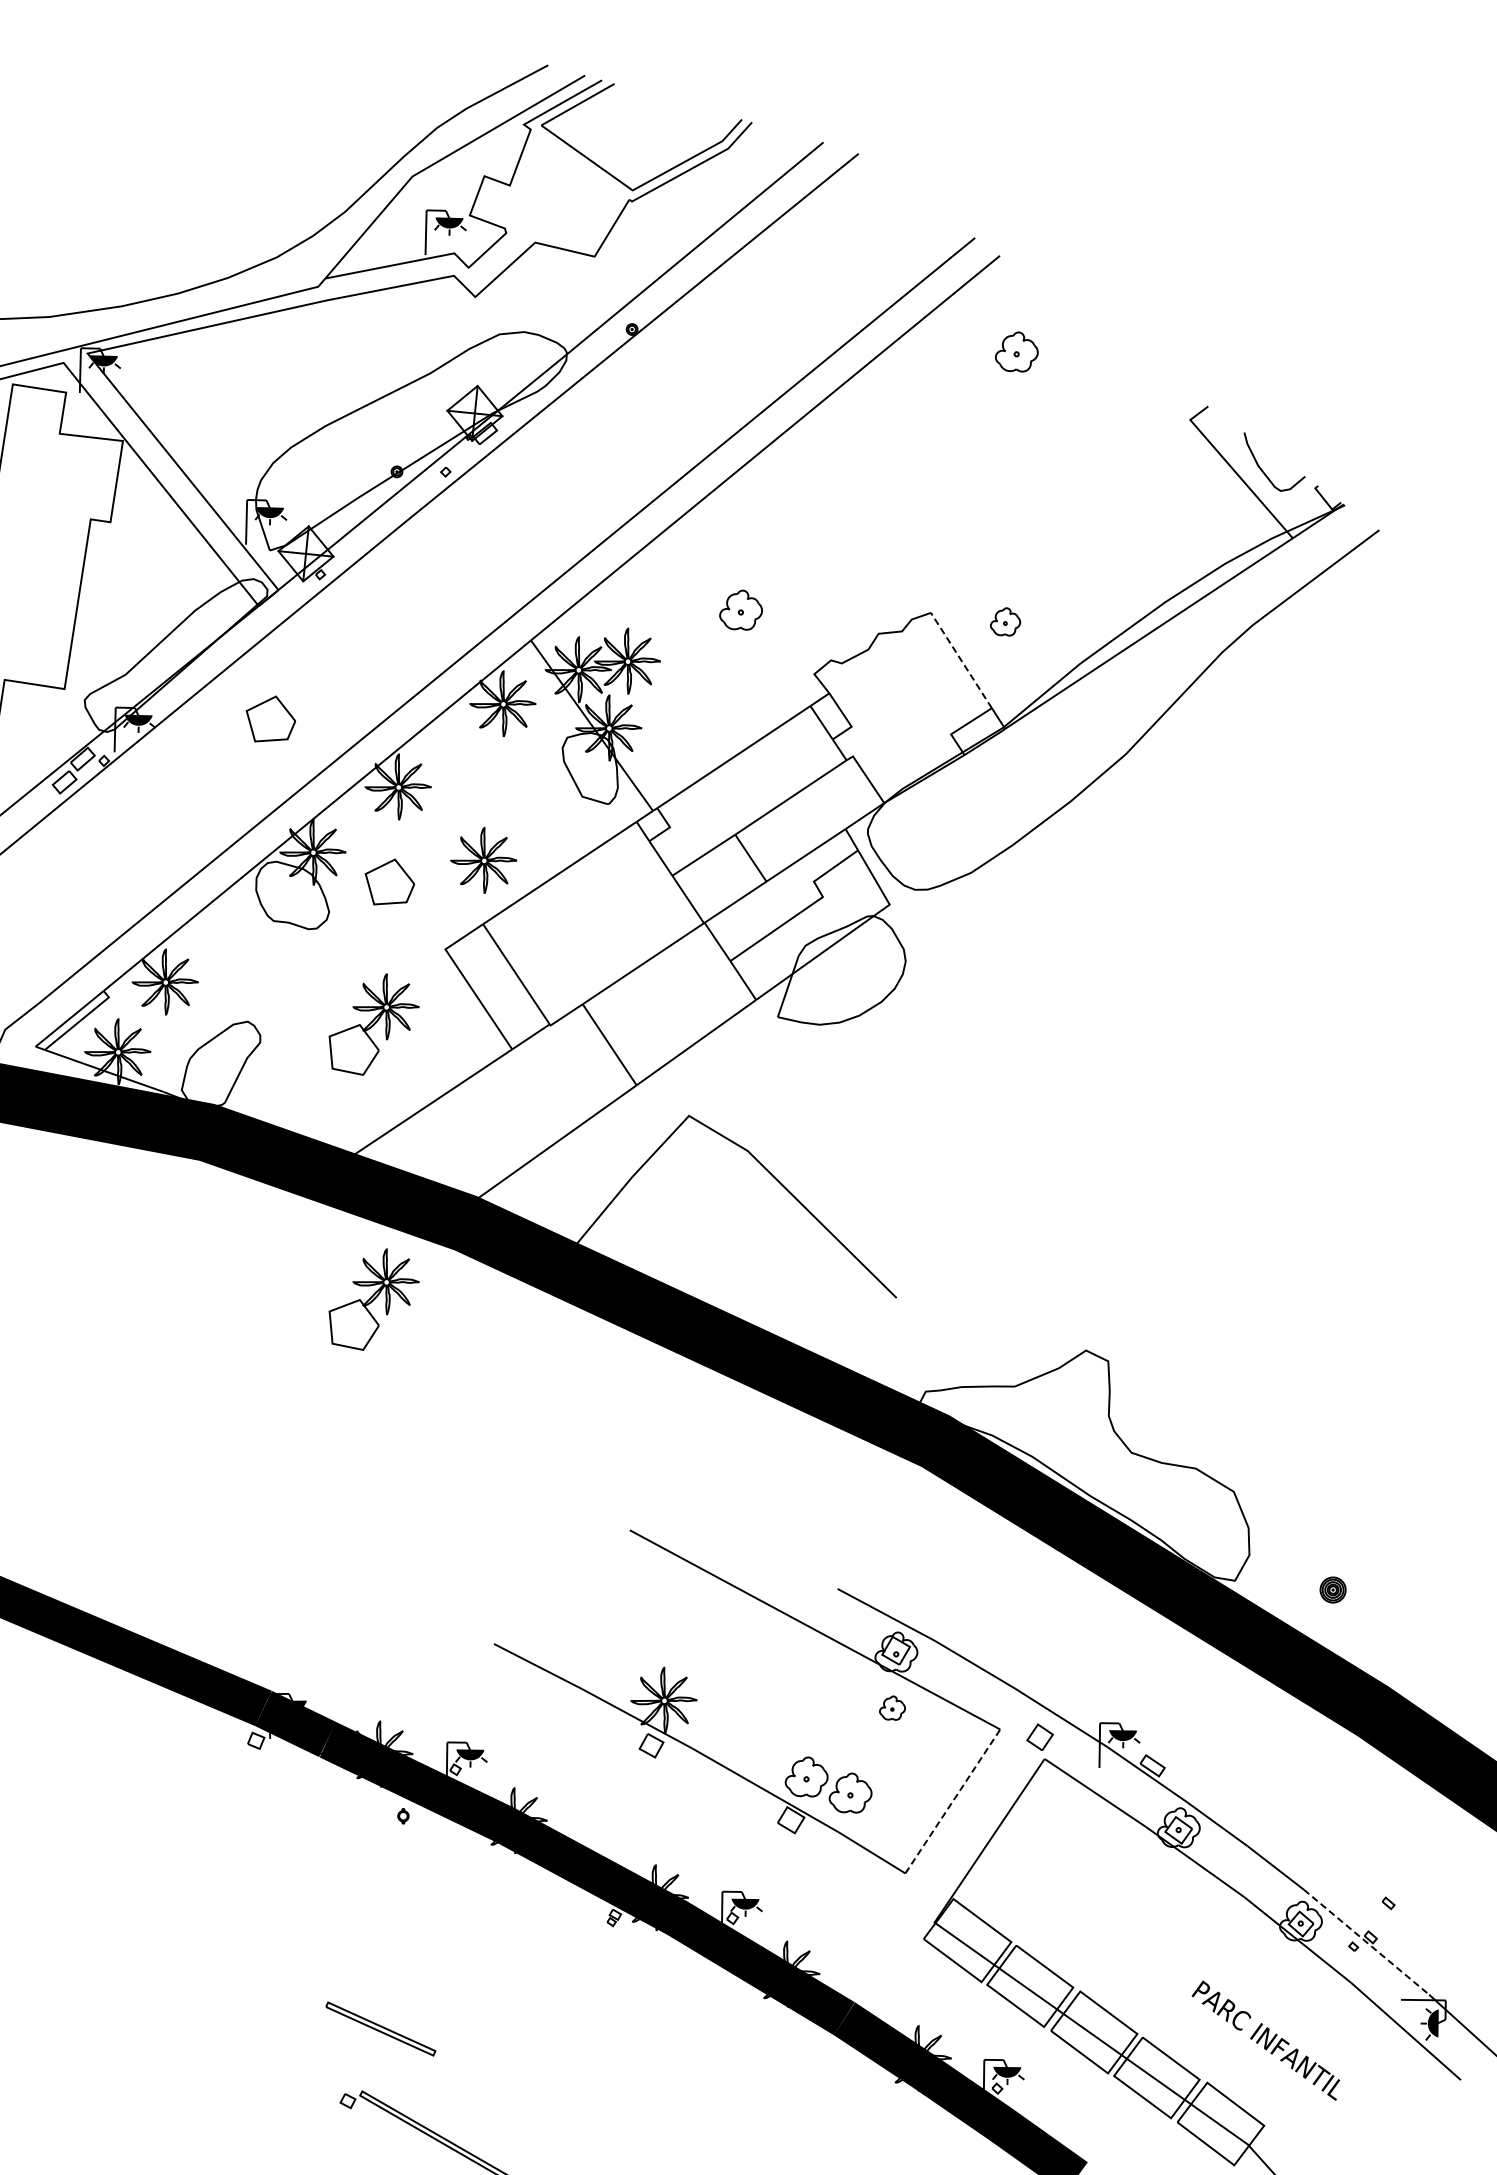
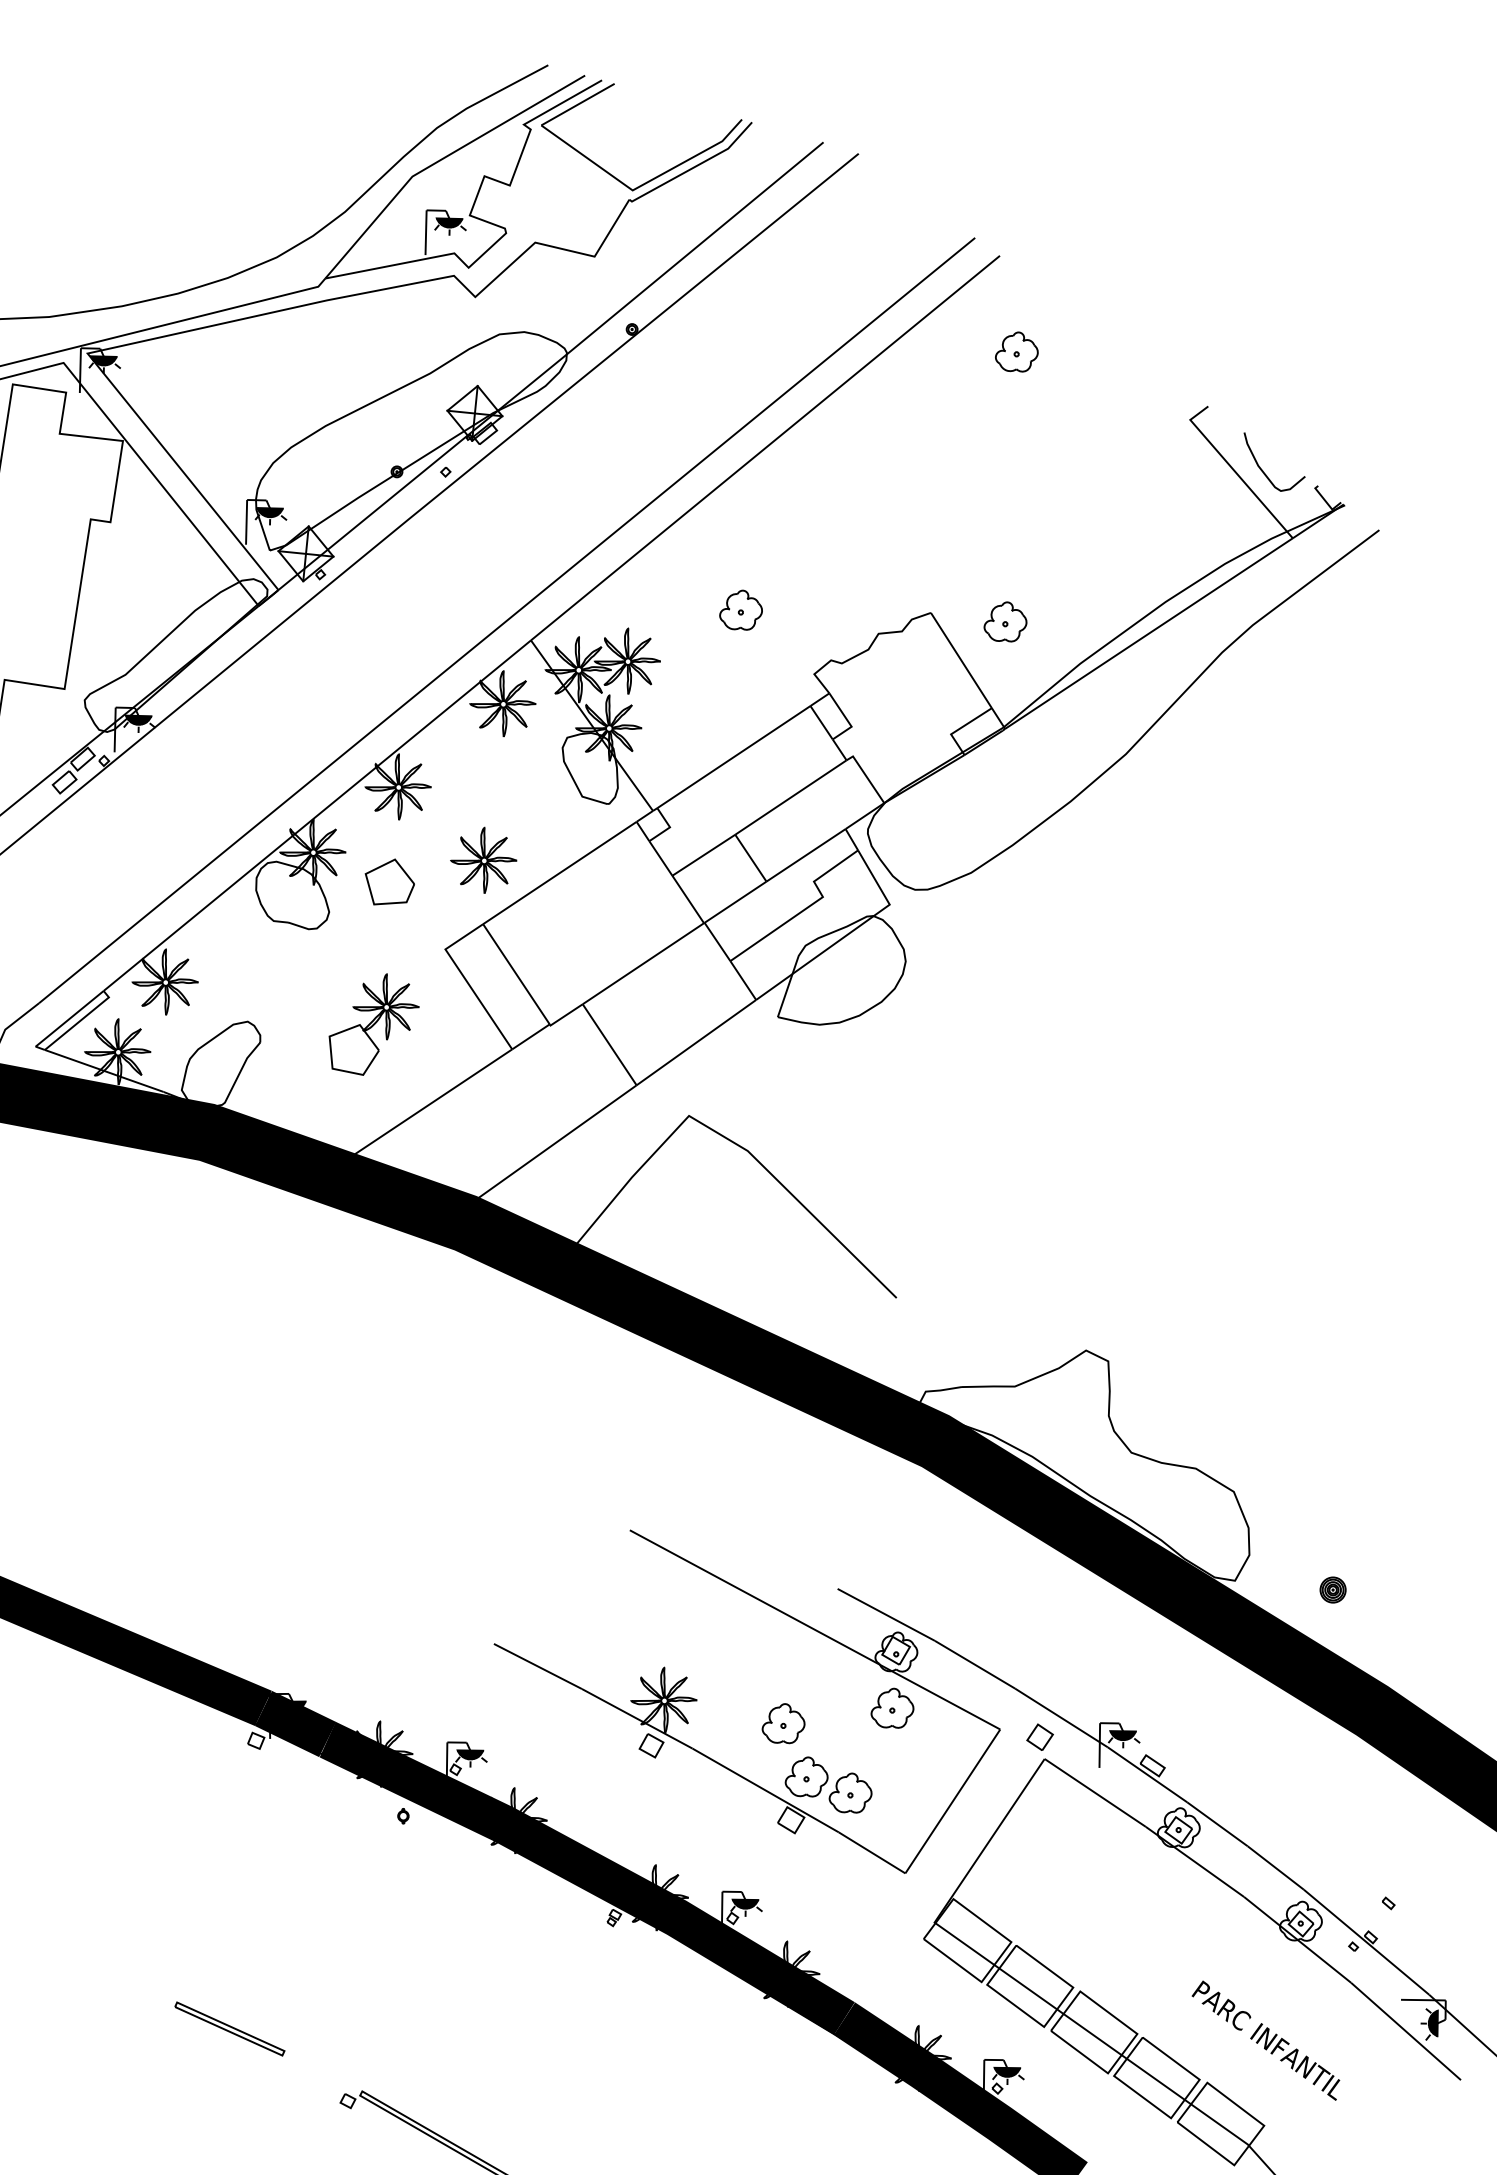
part at (1005, 621) size: 32x30 px -> 45x42 px
line at (961, 660): dashed -> solid
part at (270, 718): present -> none
part at (373, 1299): present -> none
part at (892, 1707) size: 27x26 px -> 45x42 px
part at (783, 1723): none -> present
line at (953, 1801): dashed -> solid
line at (1366, 1942): dashed -> solid
part at (380, 2028) position: (380, 2028) -> (229, 2028)
